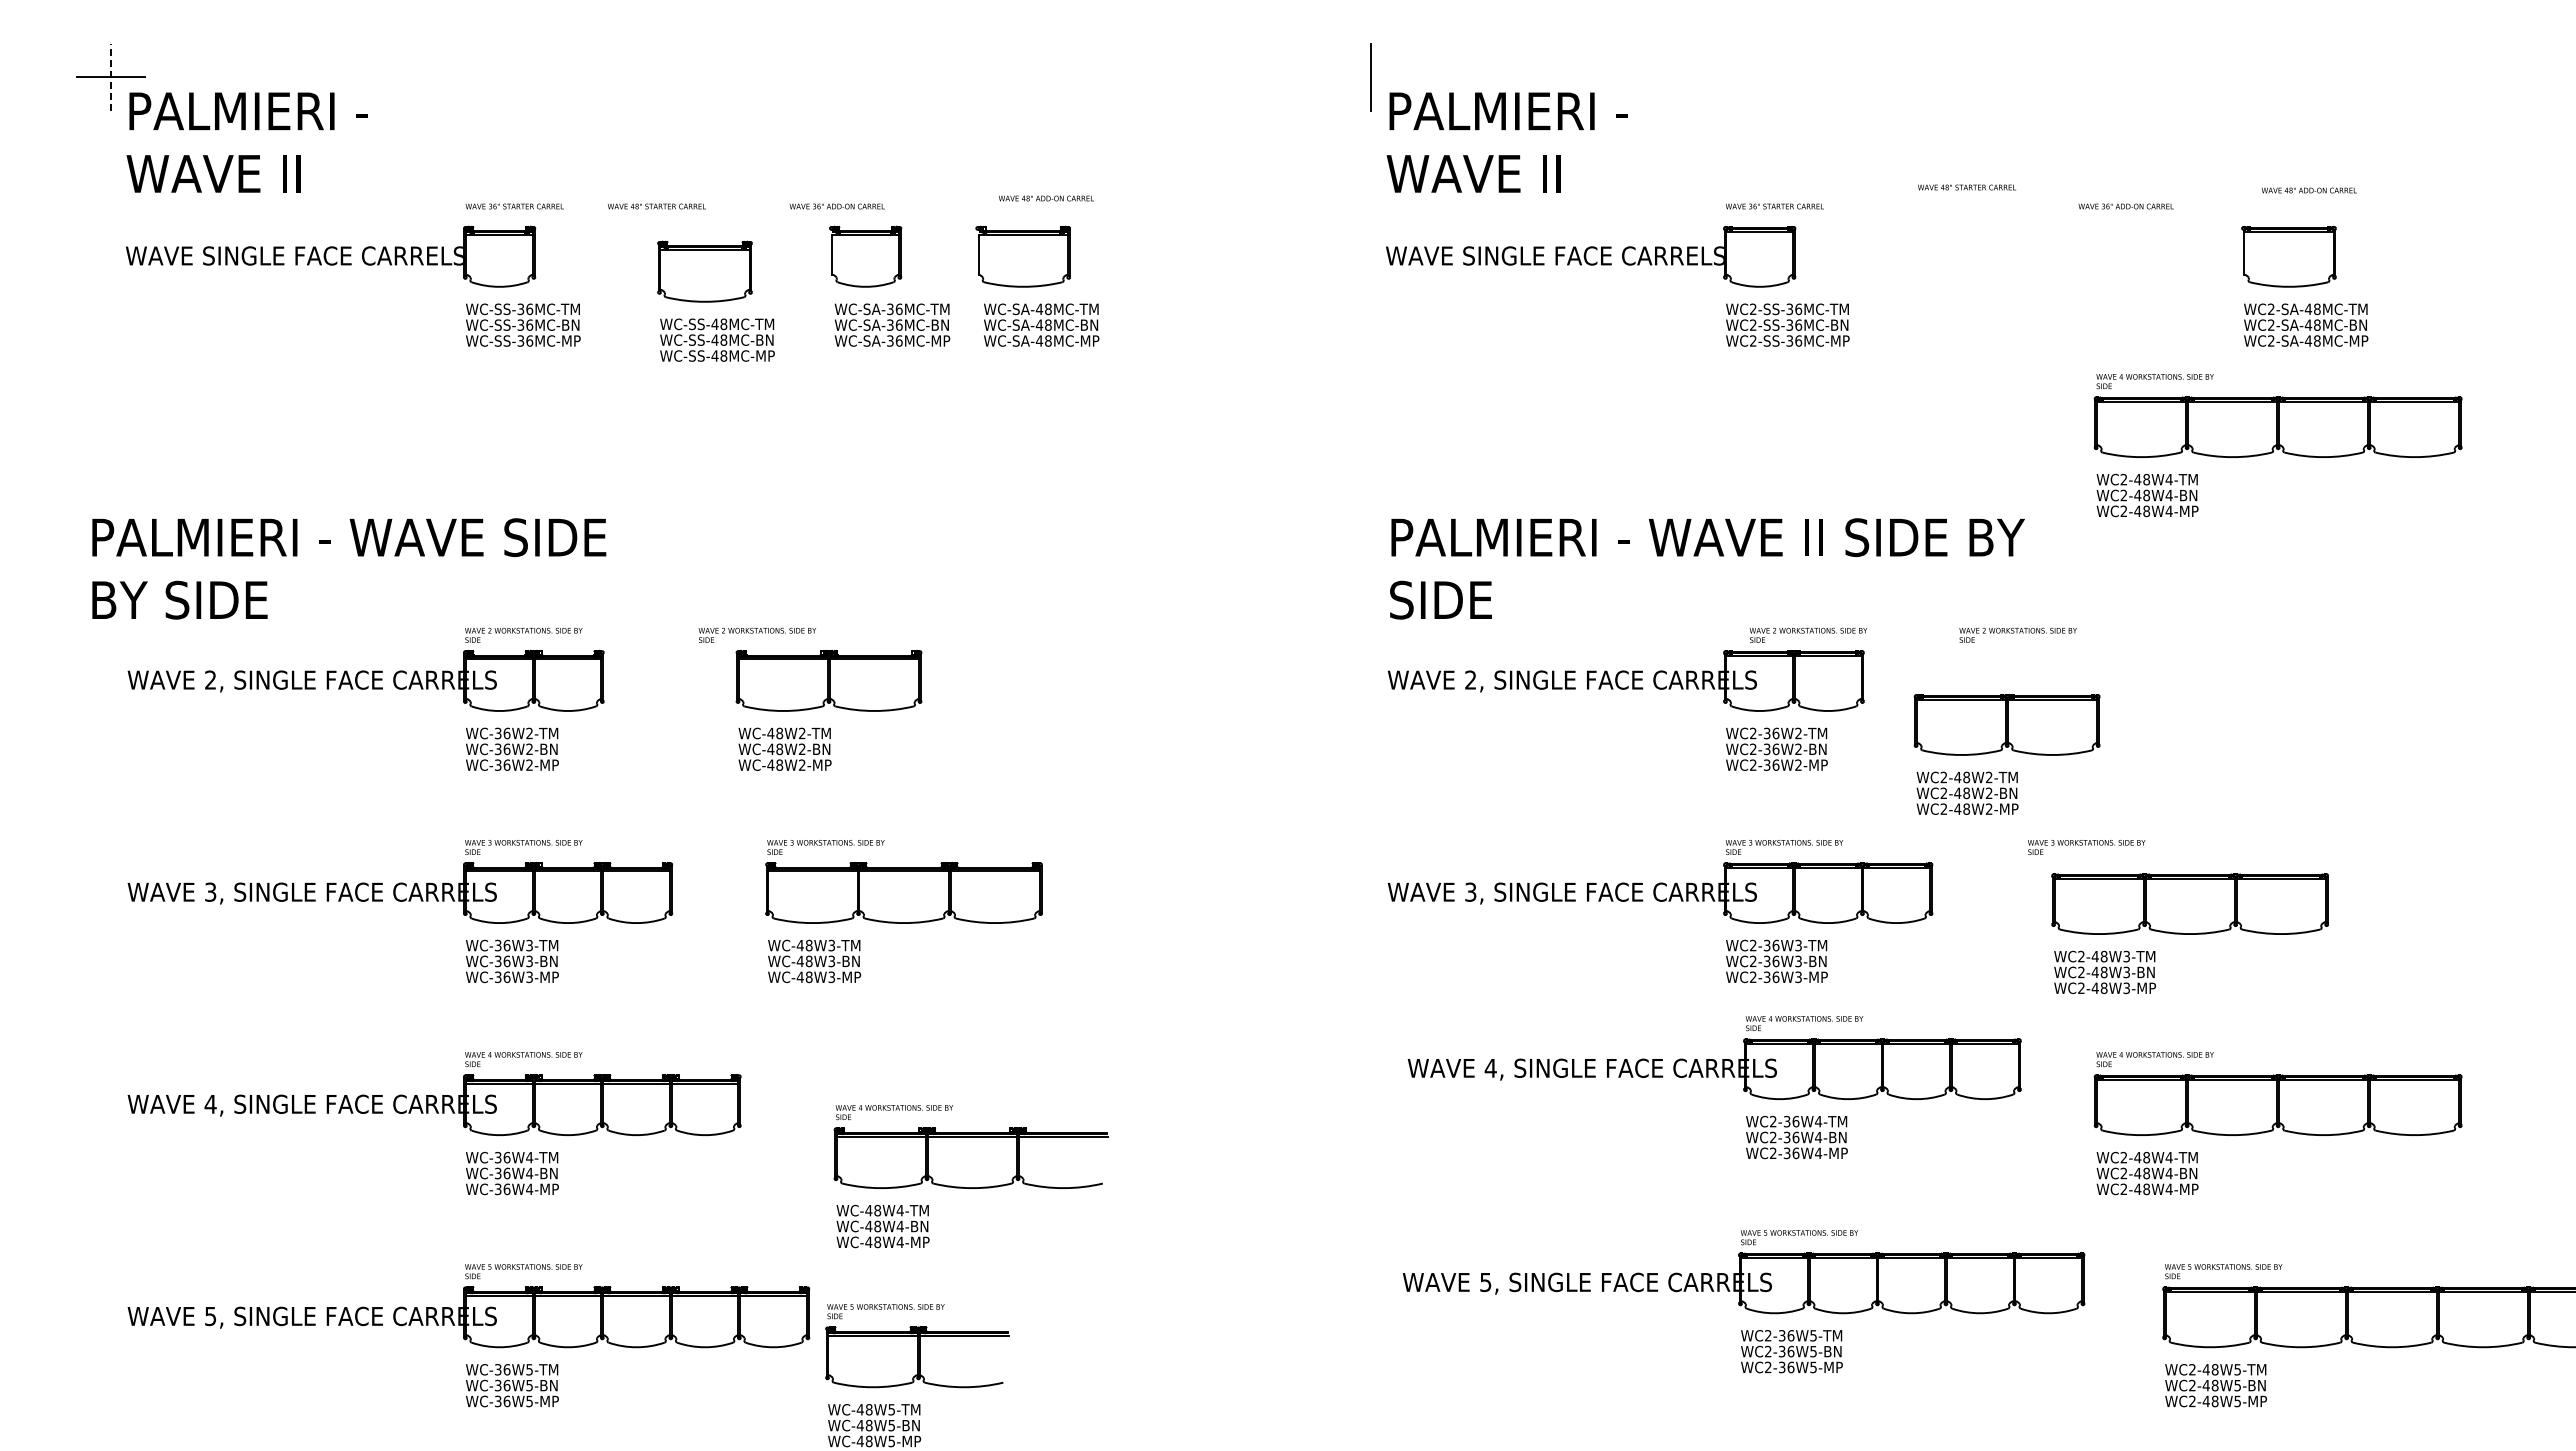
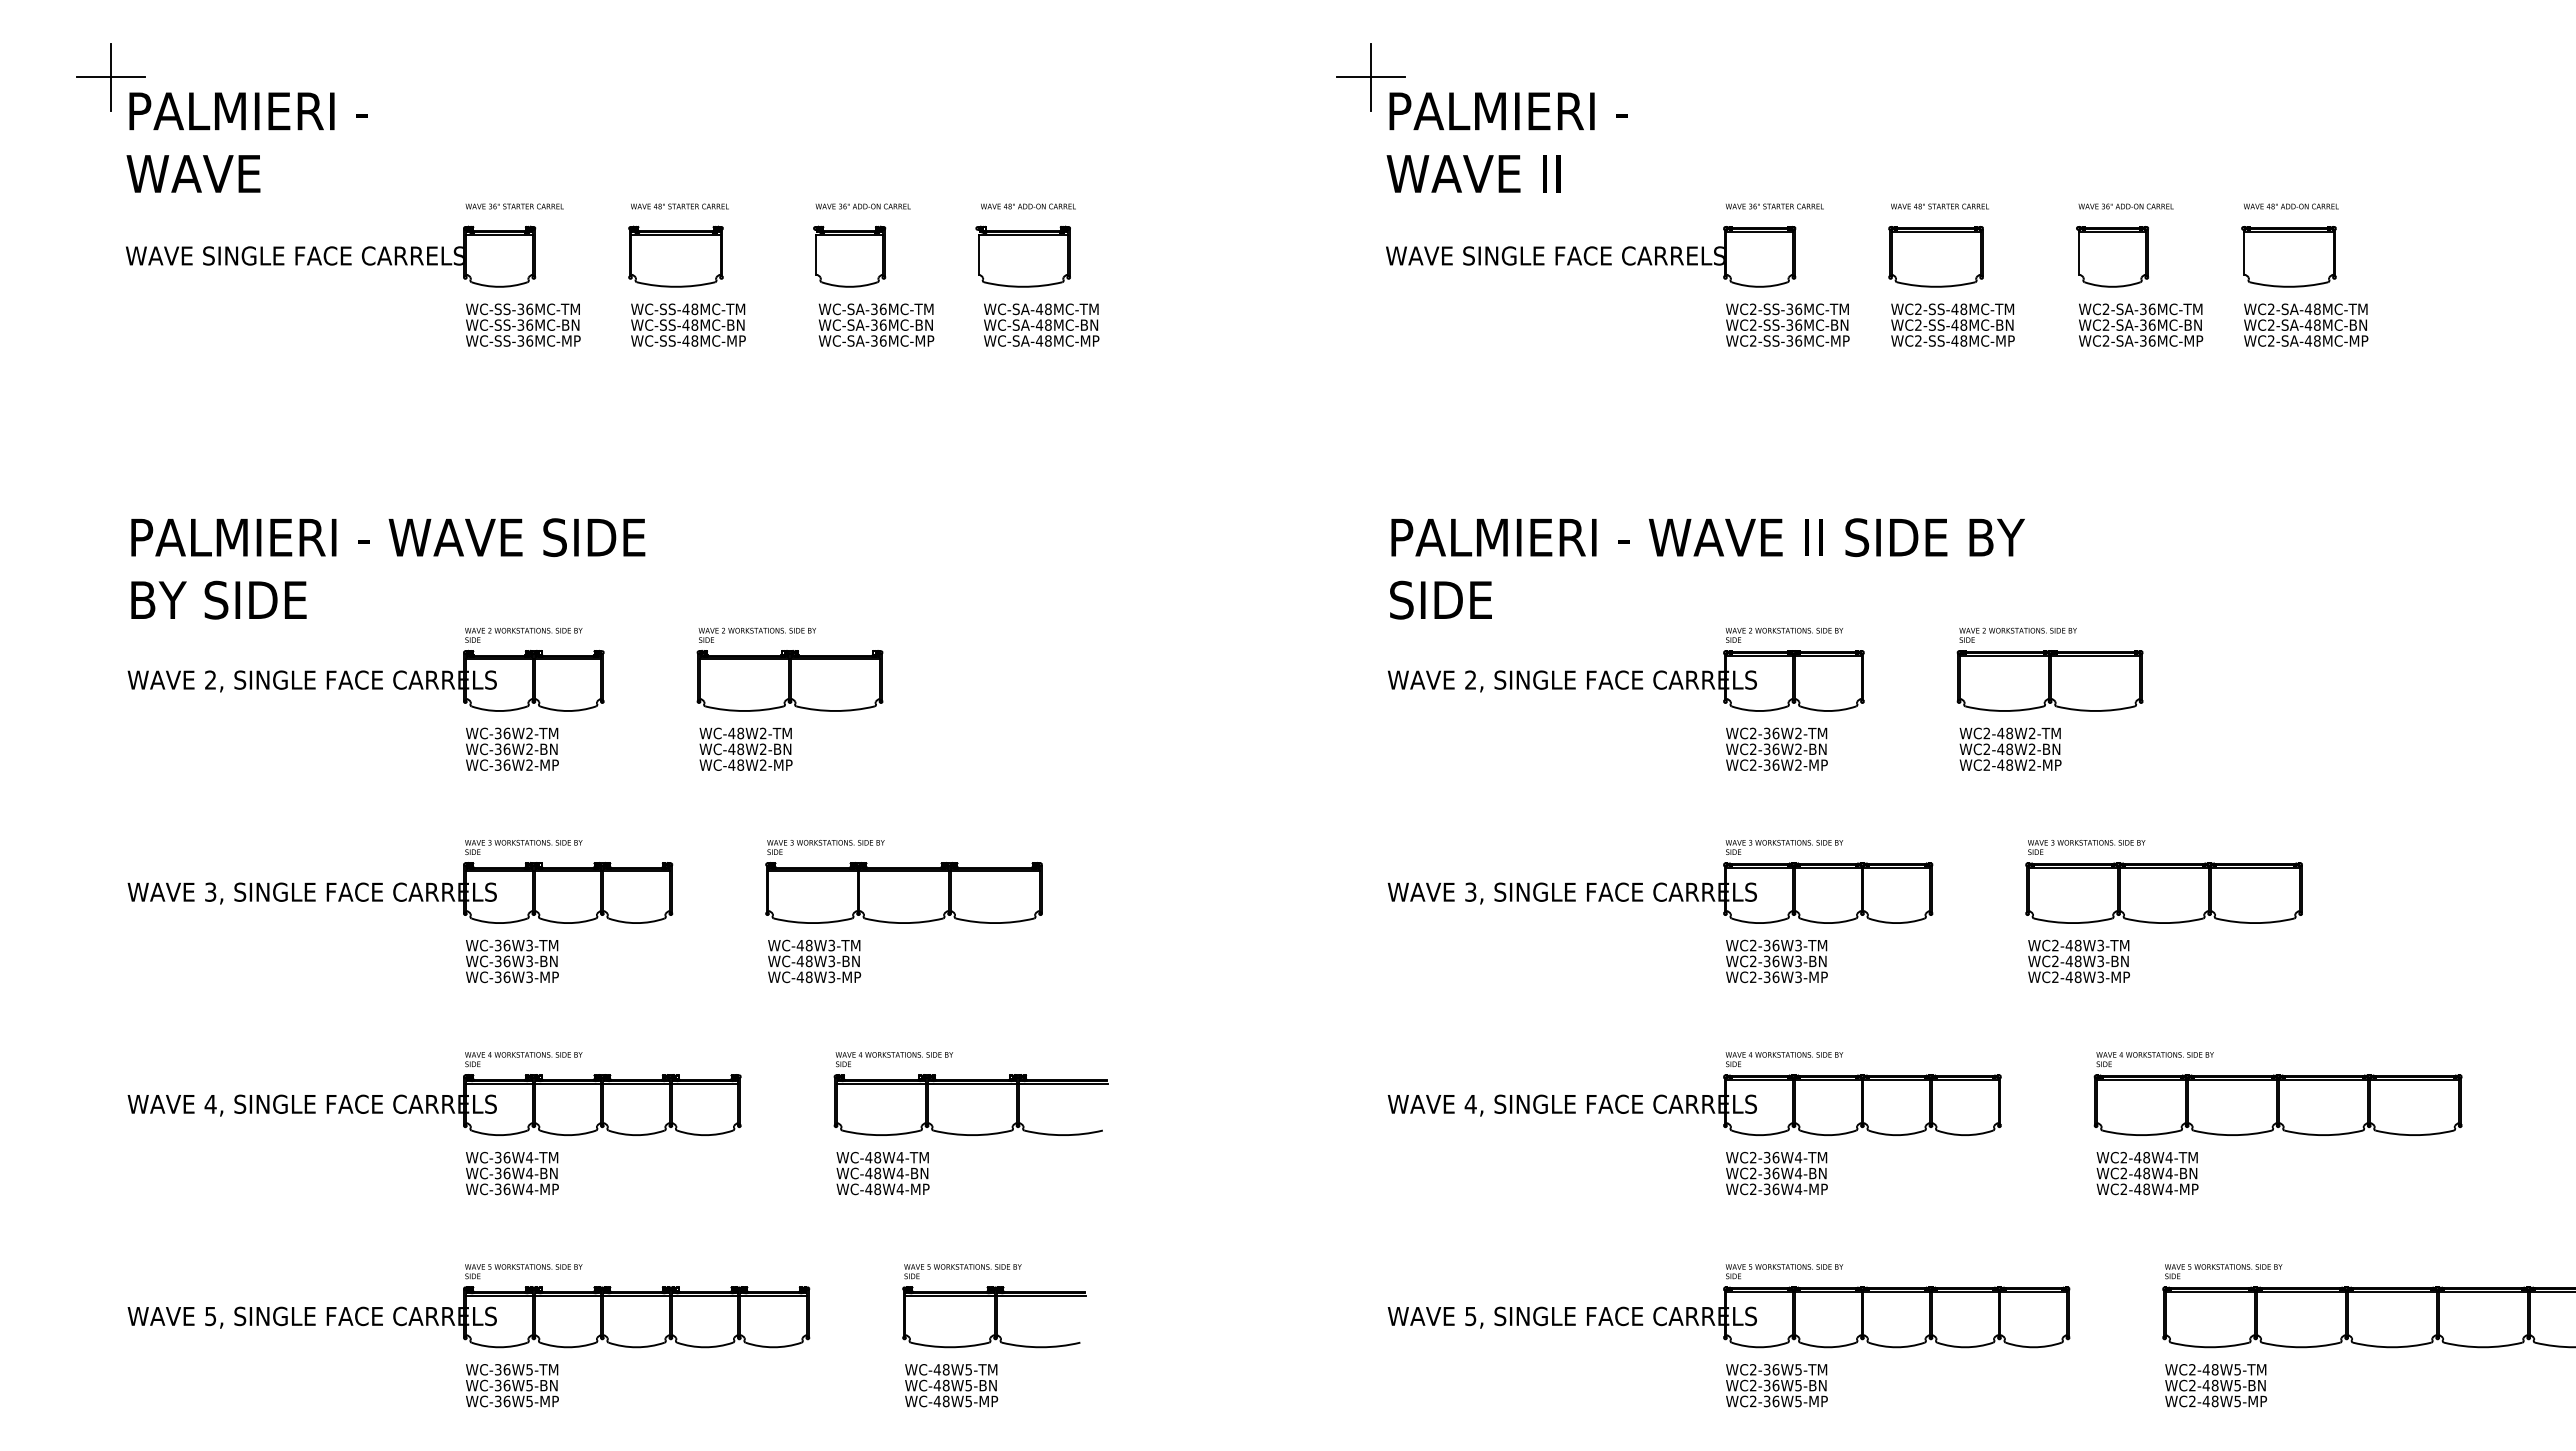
line at (111, 77): dashed -> solid
line at (1370, 77): none -> present
text at (291, 173): PALMIERI - WAVE II -> PALMIERI - WAVE
text at (1966, 187) position: (1966, 187) -> (1939, 206)
text at (2308, 190) position: (2308, 190) -> (2290, 206)
text at (1046, 198) position: (1046, 198) -> (1028, 206)
text at (656, 206) position: (656, 206) -> (679, 206)
text at (836, 206) position: (836, 206) -> (862, 206)
part at (889, 285) position: (889, 285) -> (873, 285)
part at (1951, 286): none -> present
part at (2139, 286): none -> present
part at (715, 300) position: (715, 300) -> (686, 285)
part at (2277, 445): present -> none
text at (349, 568) position: (349, 568) -> (388, 568)
text at (1807, 634) position: (1807, 634) -> (1783, 634)
part at (828, 710) position: (828, 710) -> (789, 710)
part at (2006, 754) position: (2006, 754) -> (2049, 710)
part at (2189, 933) position: (2189, 933) -> (2163, 922)
part at (1716, 1077) position: (1716, 1077) -> (1696, 1113)
part at (970, 1176) position: (970, 1176) -> (970, 1123)
part at (1743, 1301) position: (1743, 1301) -> (1728, 1335)
part at (917, 1375) position: (917, 1375) -> (994, 1335)
